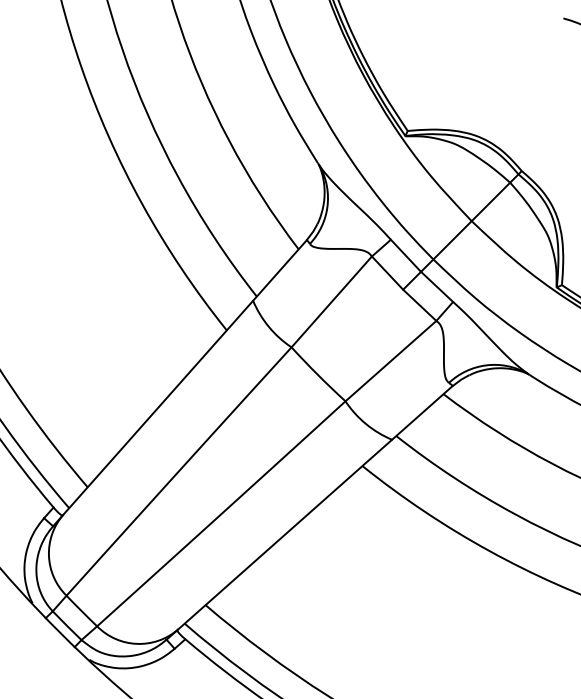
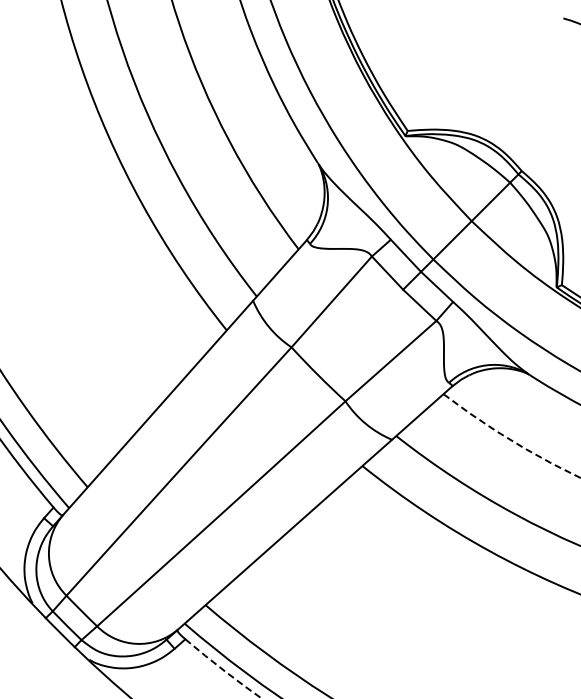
arc at (510, 440): solid -> dashed
arc at (223, 670): solid -> dashed
